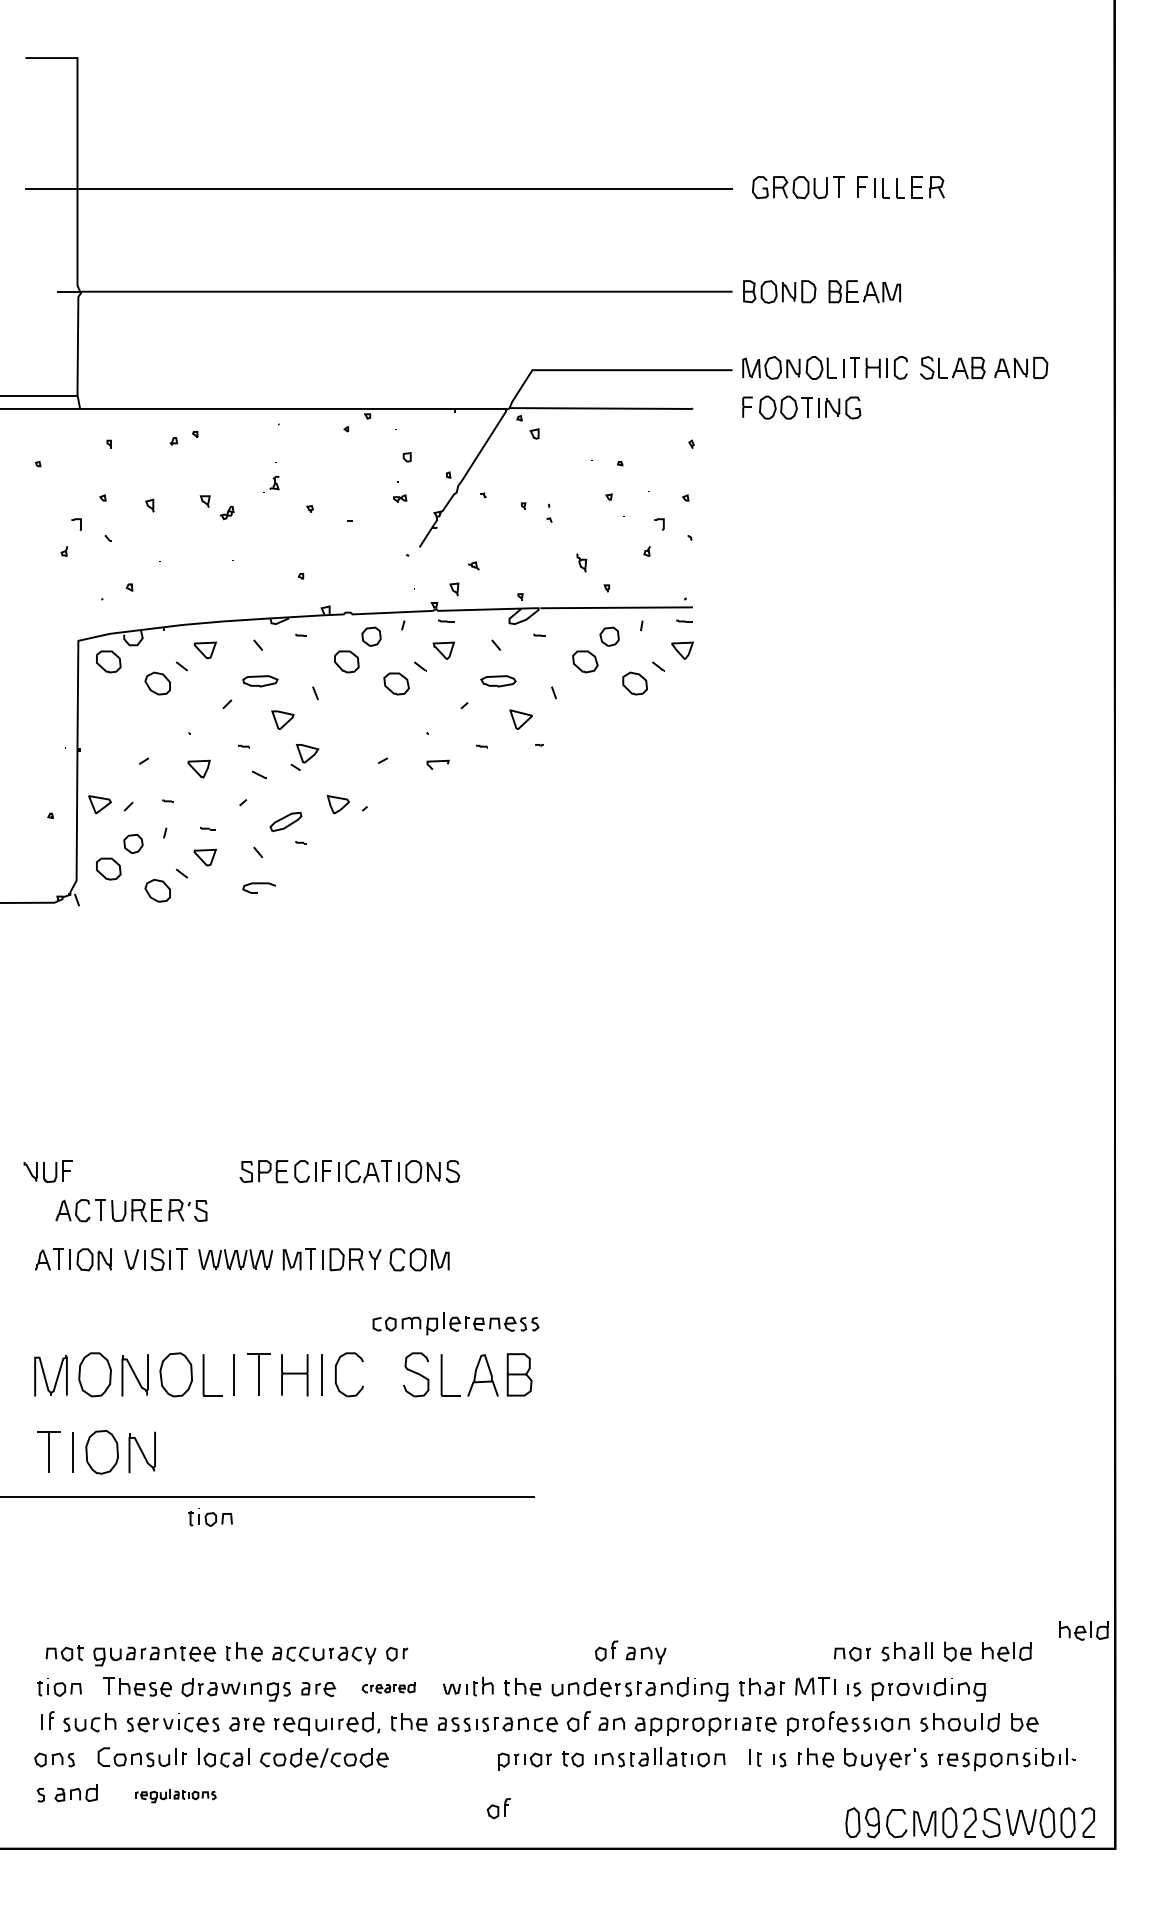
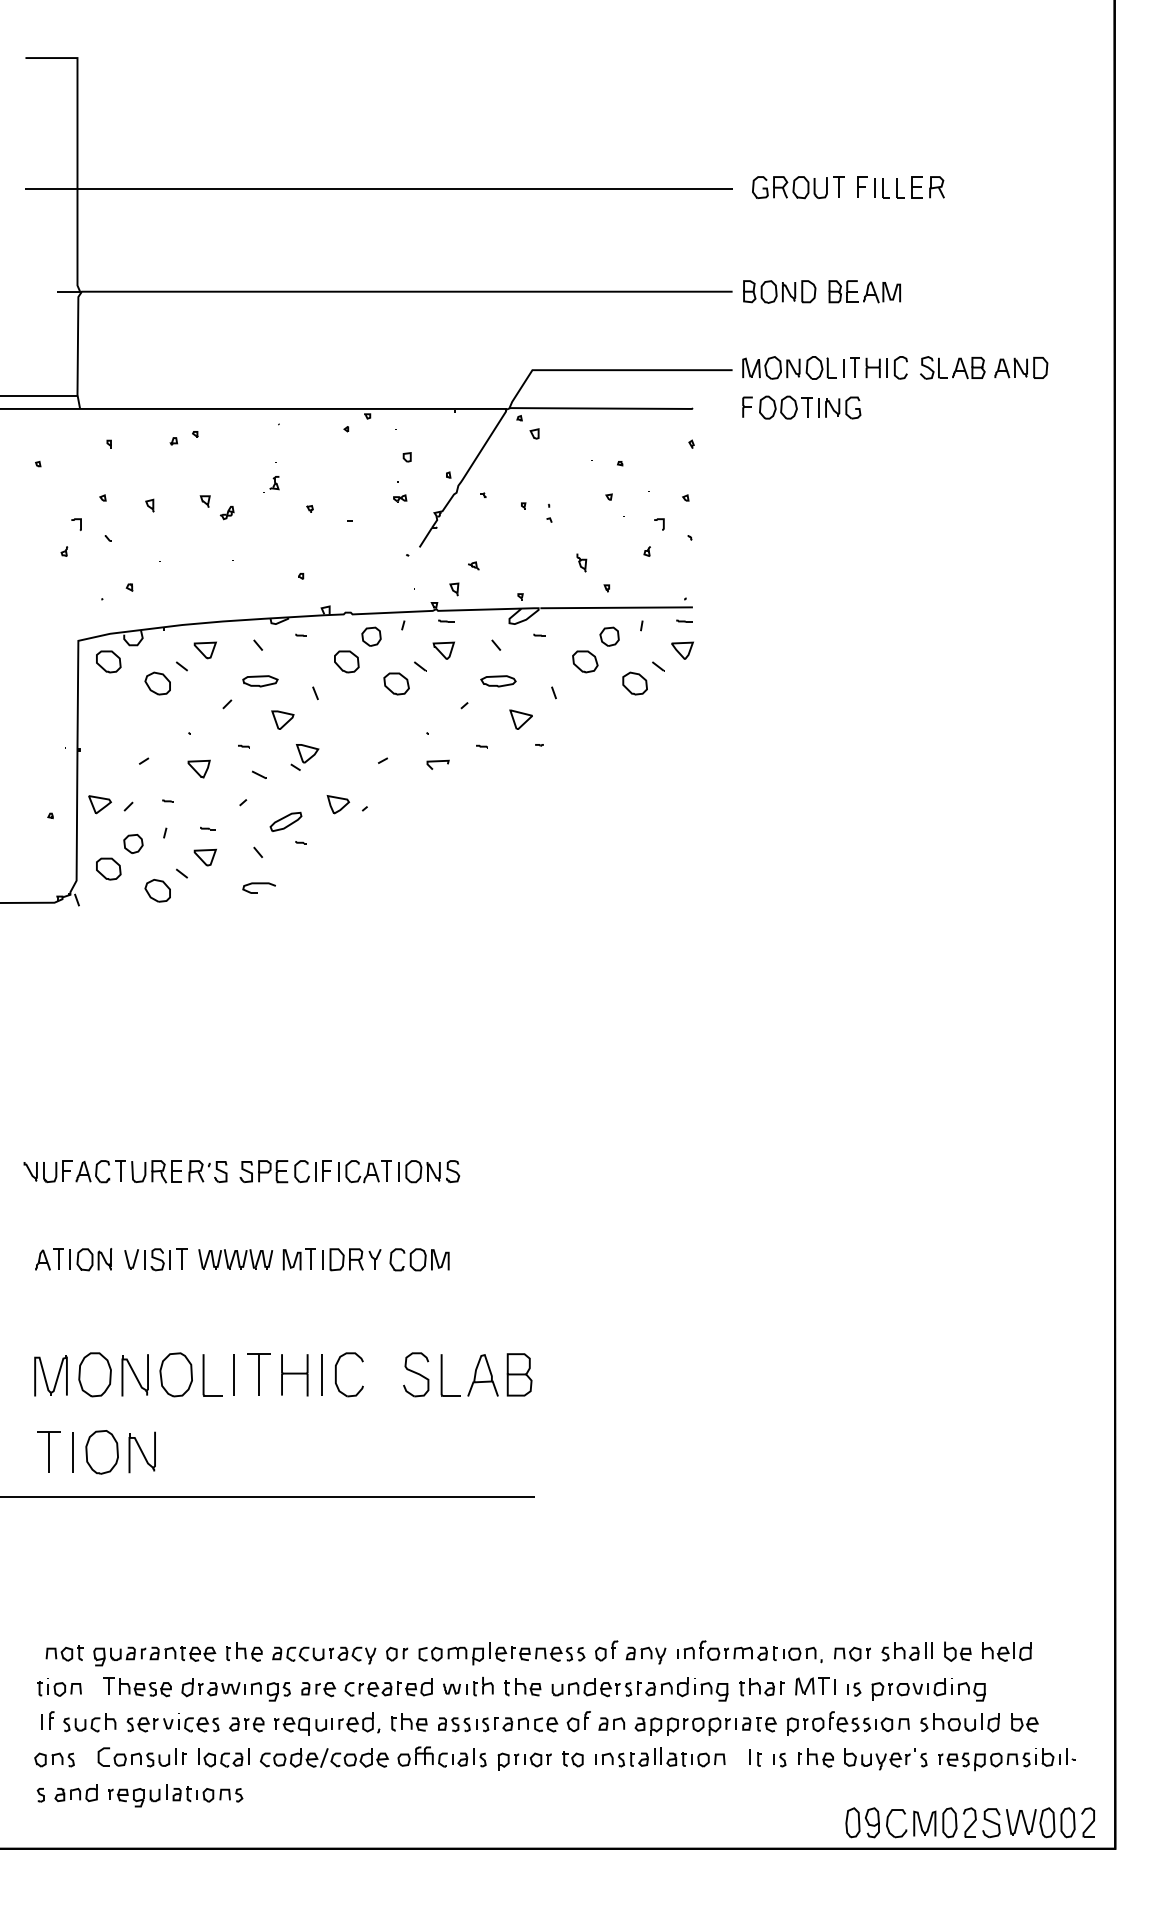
part at (131, 1210) position: (131, 1210) -> (151, 1171)
part at (455, 1323) position: (455, 1323) -> (501, 1653)
part at (210, 1517): present -> none
part at (1083, 1630): present -> none
part at (749, 1651): none -> present
part at (388, 1687) size: 55x12 px -> 89x20 px
part at (441, 1756): none -> present
part at (175, 1796) size: 82x15 px -> 136x24 px
part at (498, 1808): present -> none
